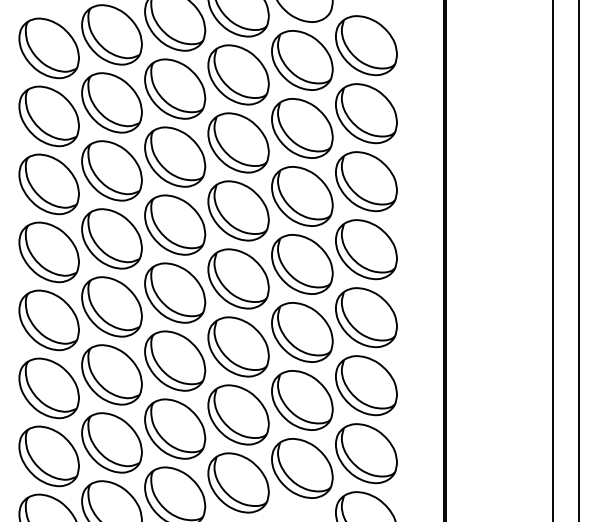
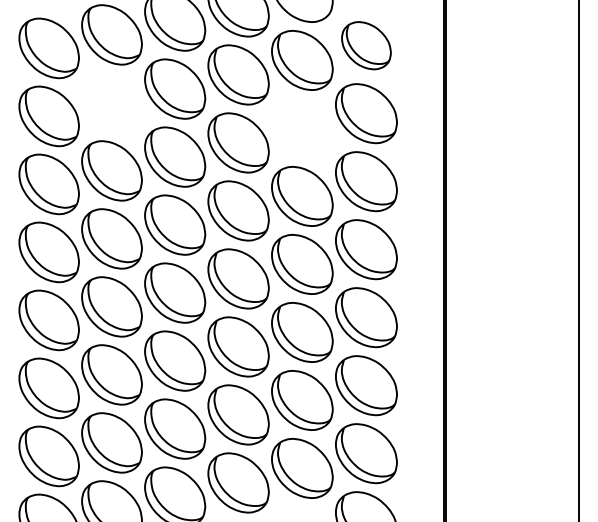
part at (366, 45) size: 63x62 px -> 51x50 px
part at (111, 102): present -> none
part at (302, 128): present -> none
line at (553, 260): present -> none
